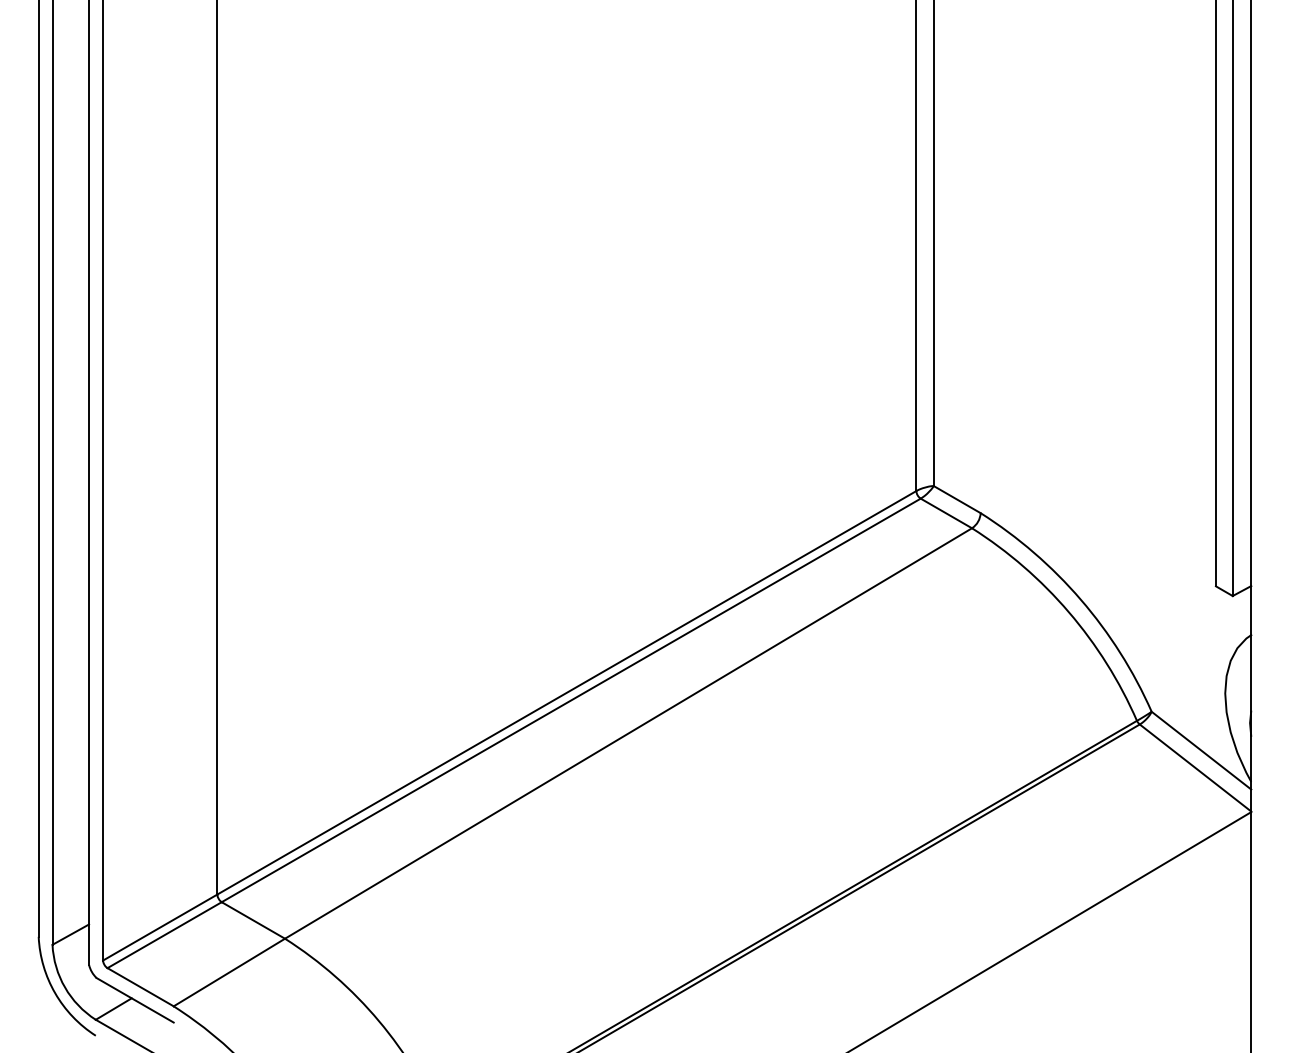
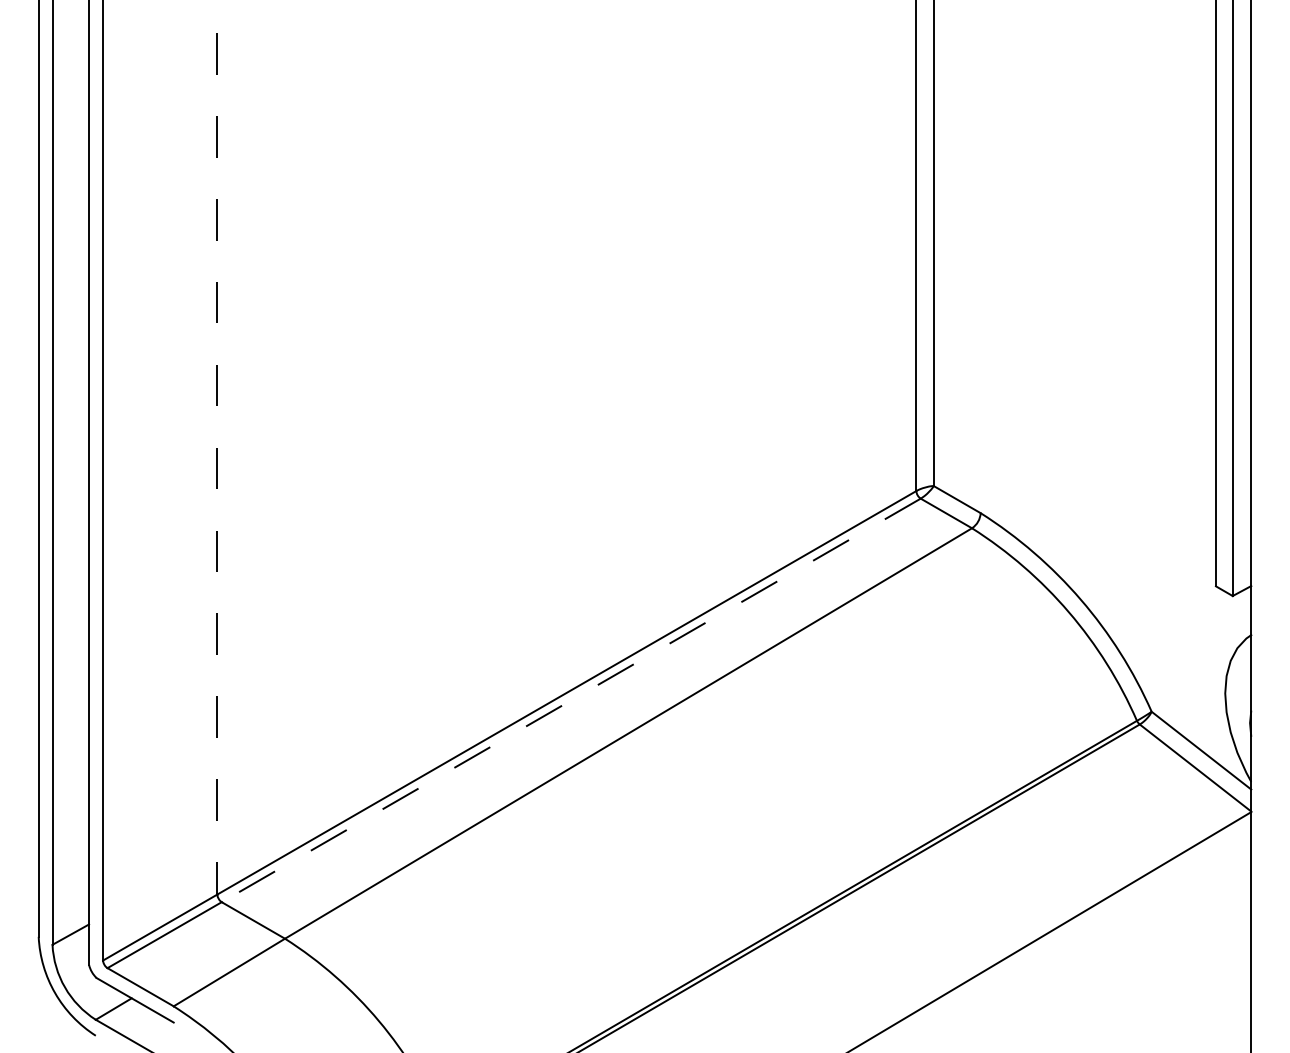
line at (217, 447): solid -> dashed
line at (571, 700): solid -> dashed
